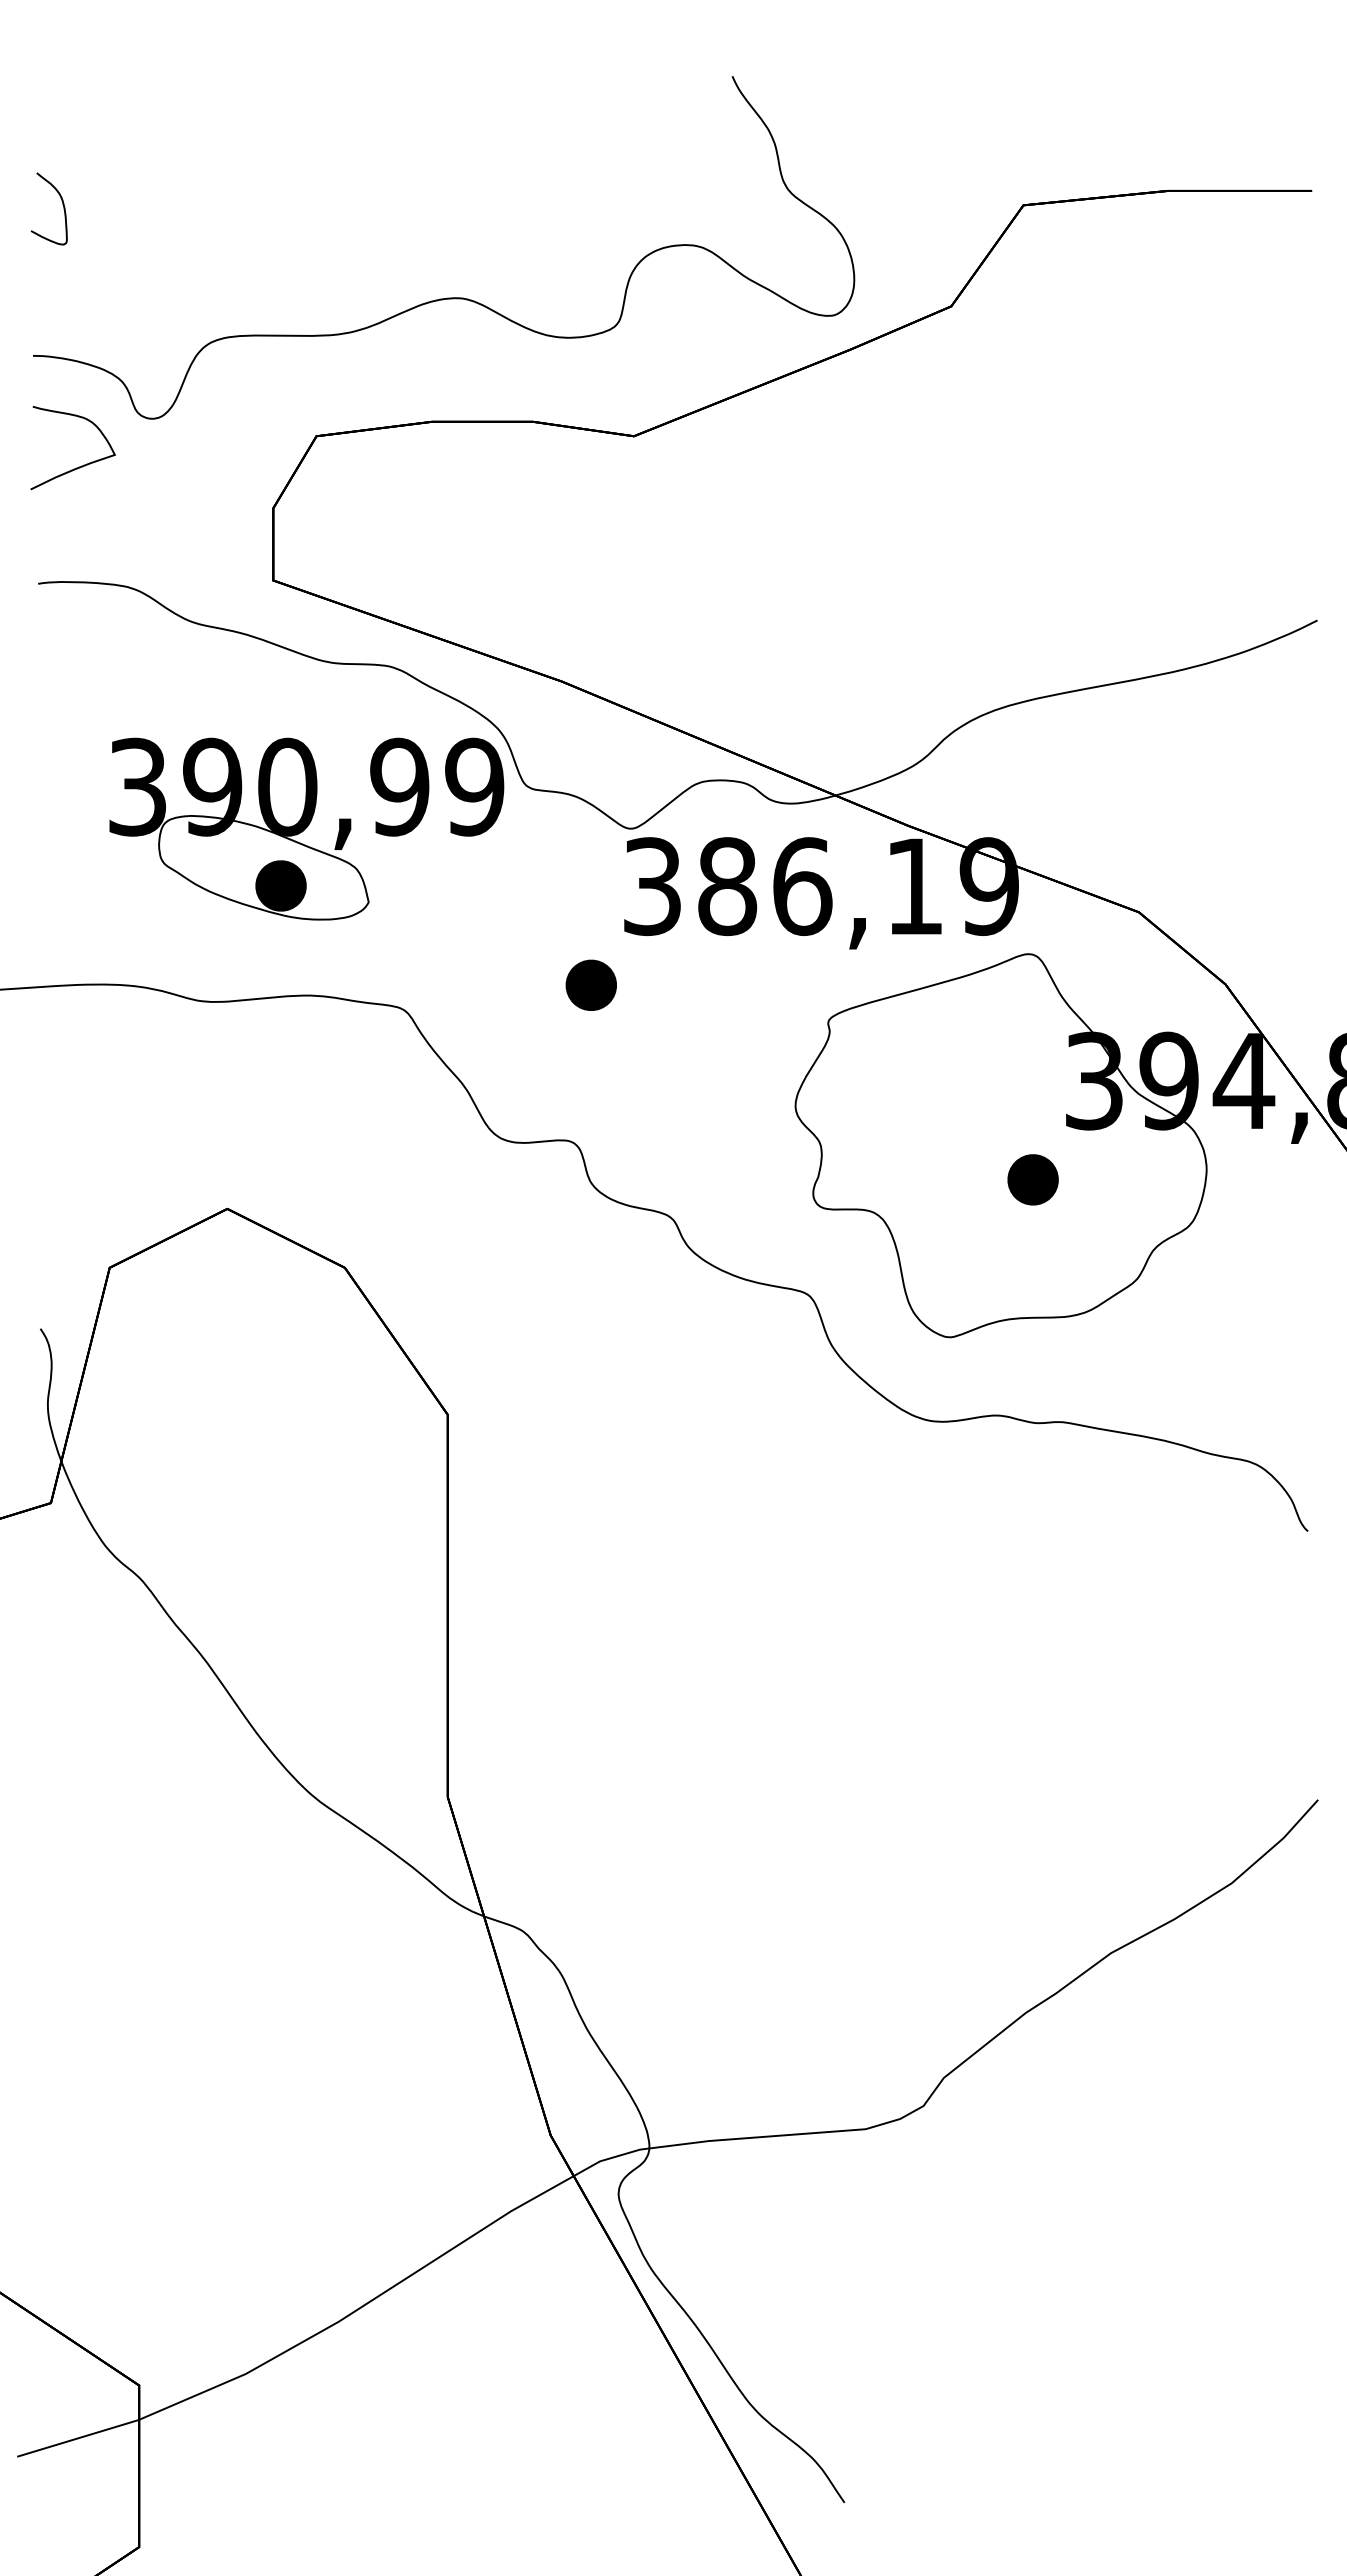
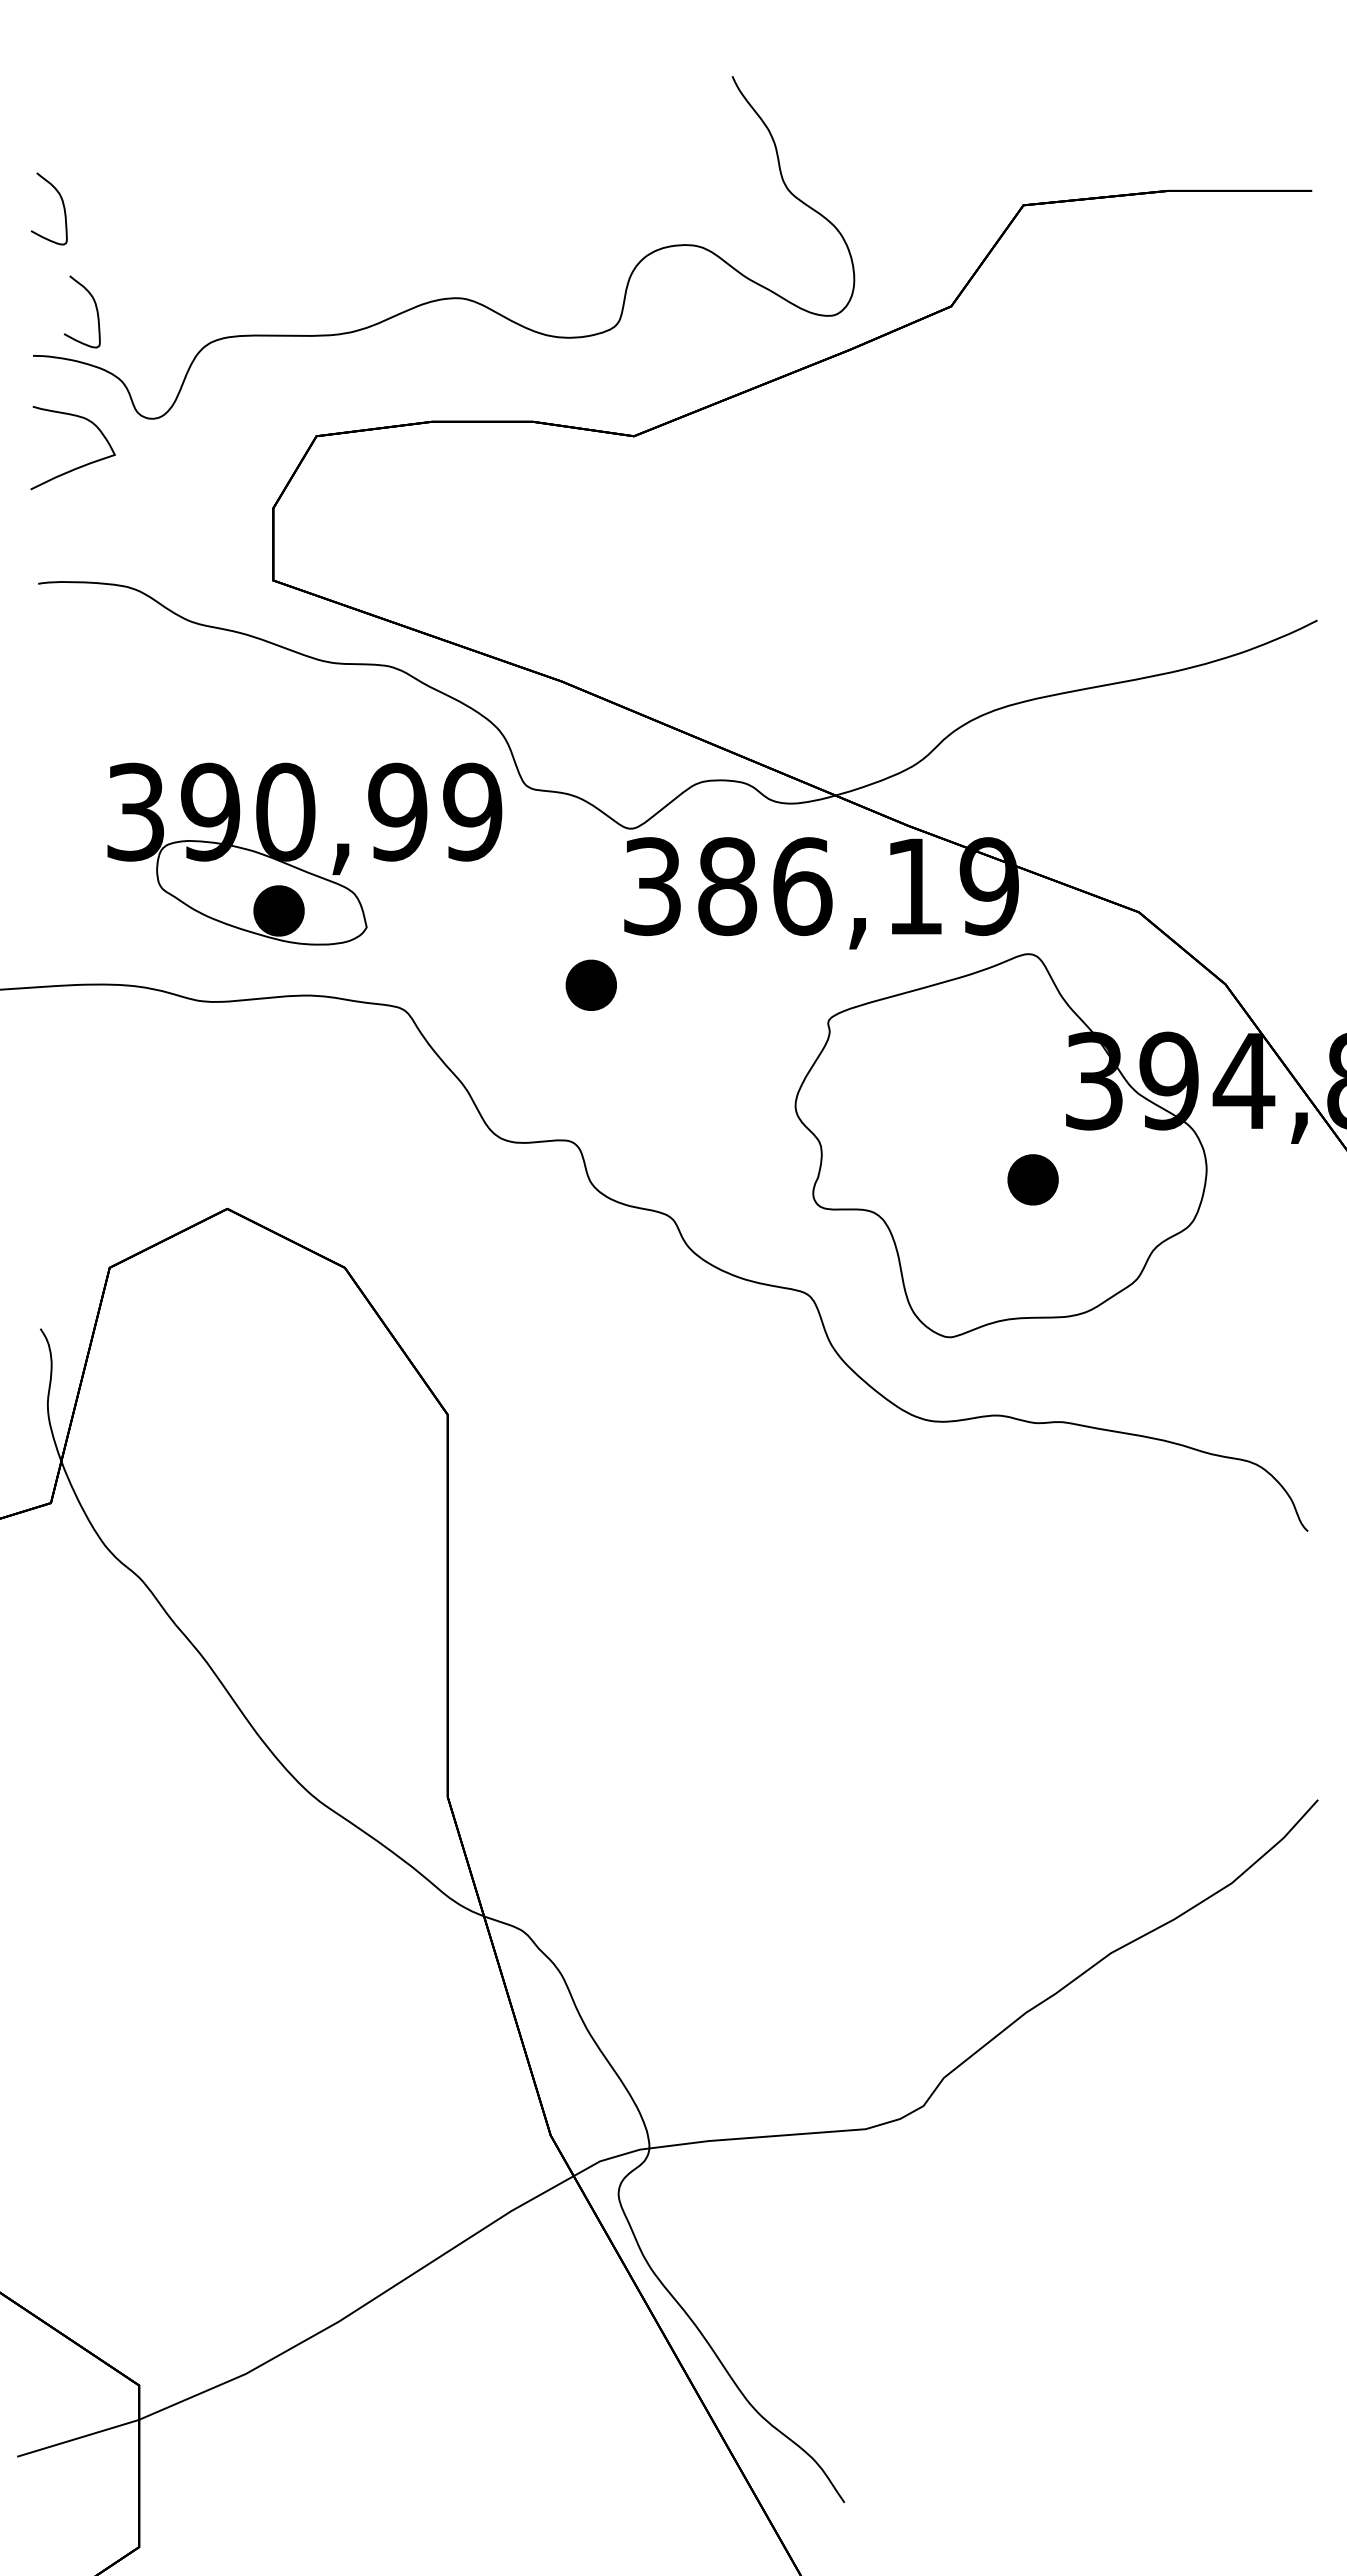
part at (95, 308): none -> present
part at (306, 828) position: (306, 828) -> (304, 853)
